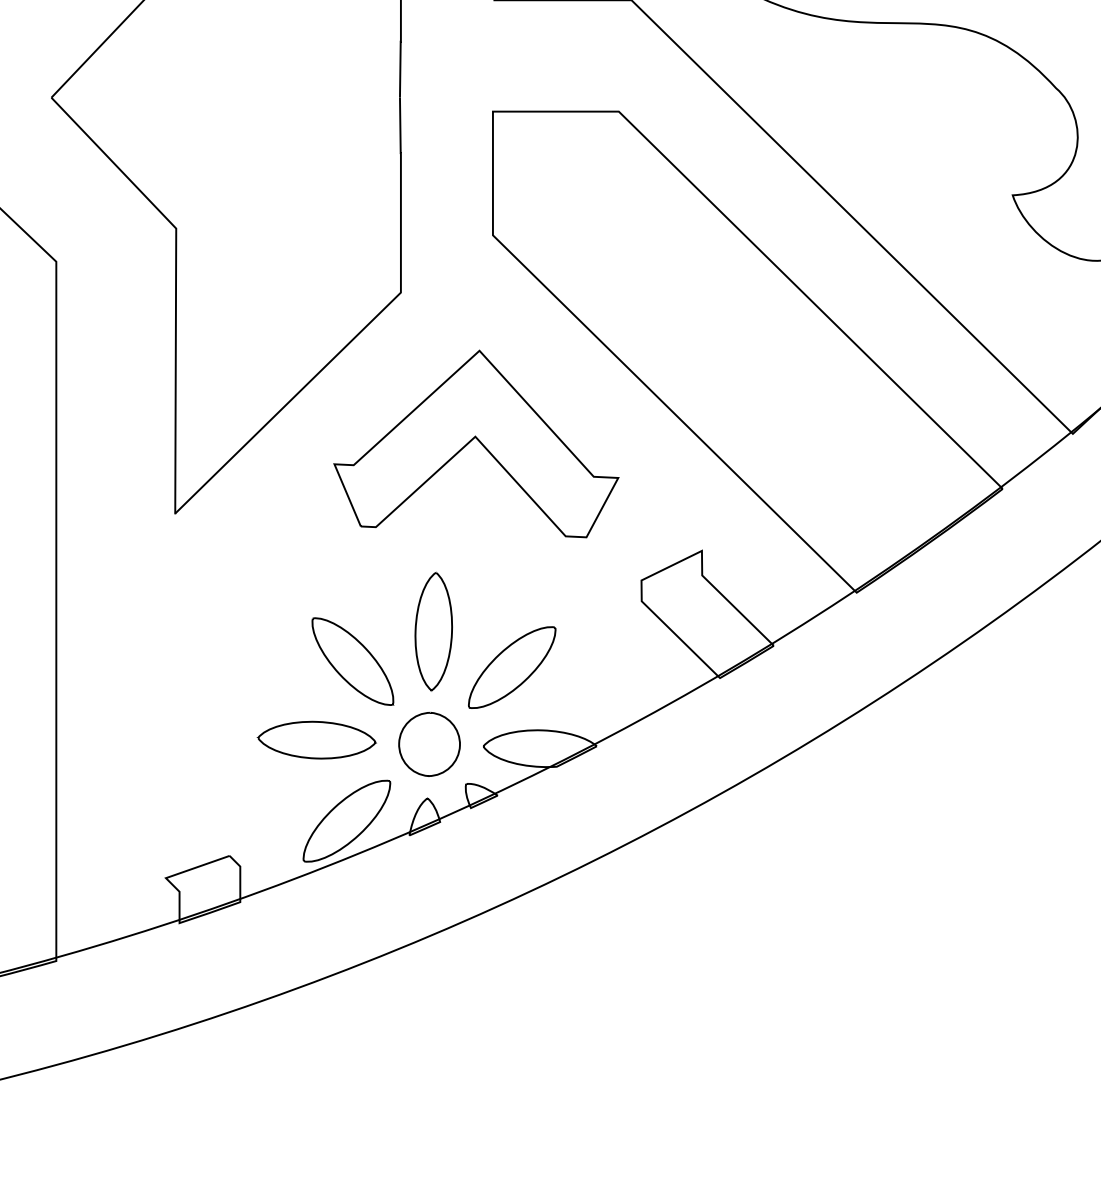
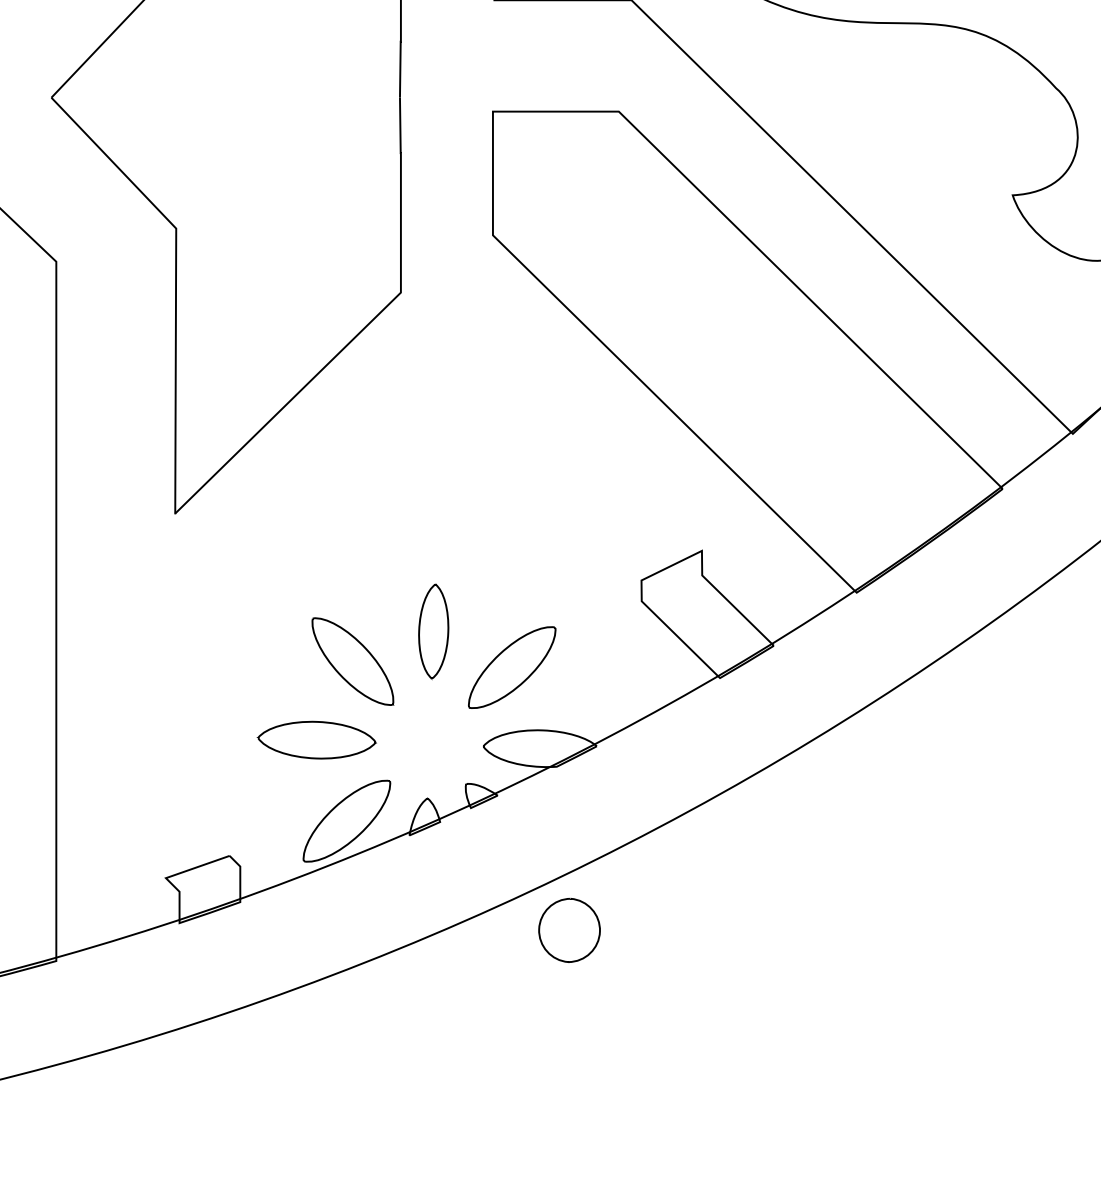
part at (476, 443): present -> none
part at (433, 631) size: 39x121 px -> 32x98 px
part at (429, 744) position: (429, 744) -> (569, 930)
